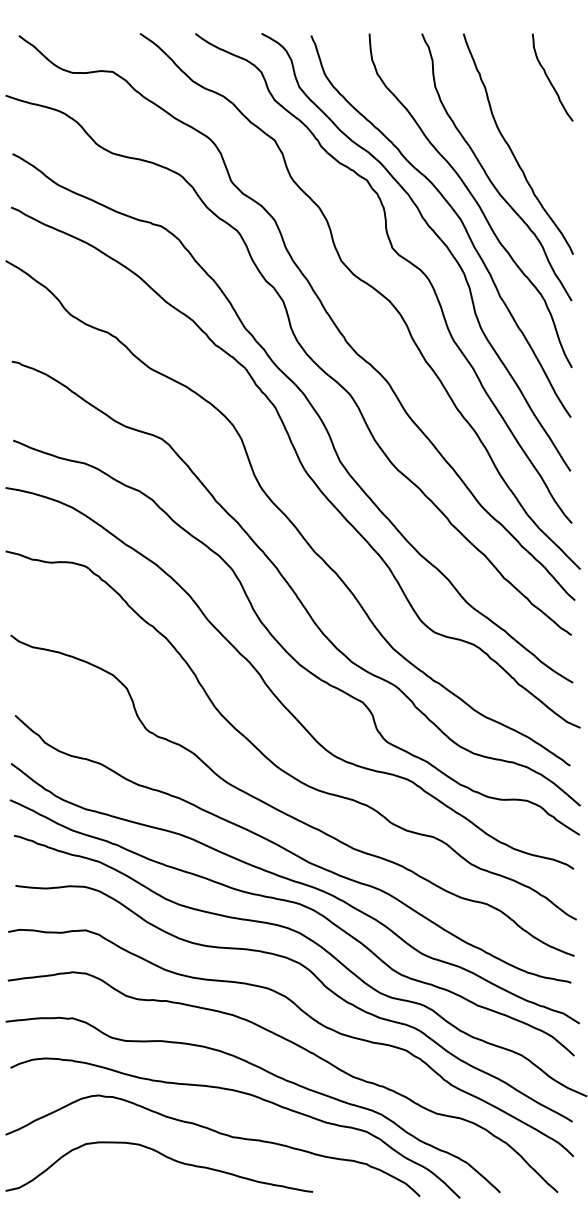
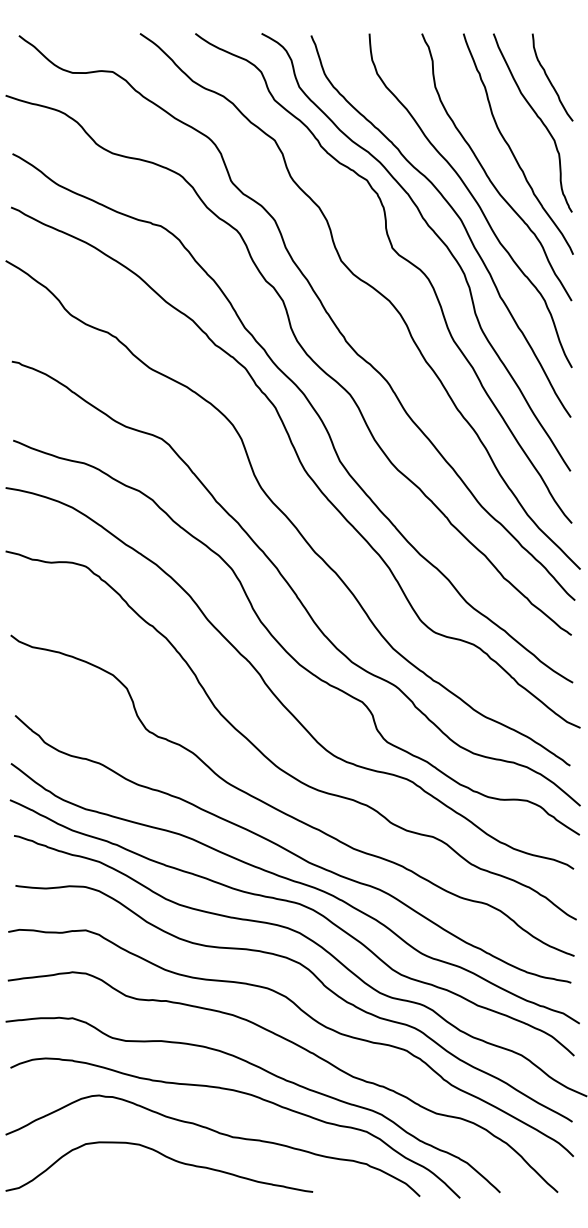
curve at (537, 117): none -> present
